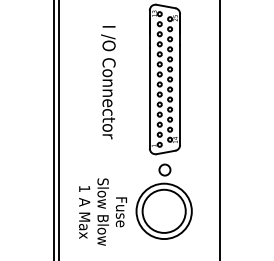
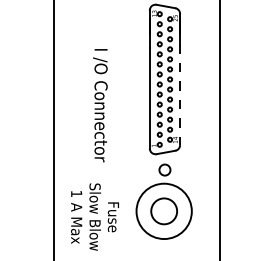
text at (108, 82) position: (108, 82) -> (100, 105)
line at (180, 95): solid -> dashed
line at (58, 129): present -> none
circle at (163, 210) diameter: 43 px -> 26 px
text at (102, 211) position: (102, 211) -> (94, 216)
